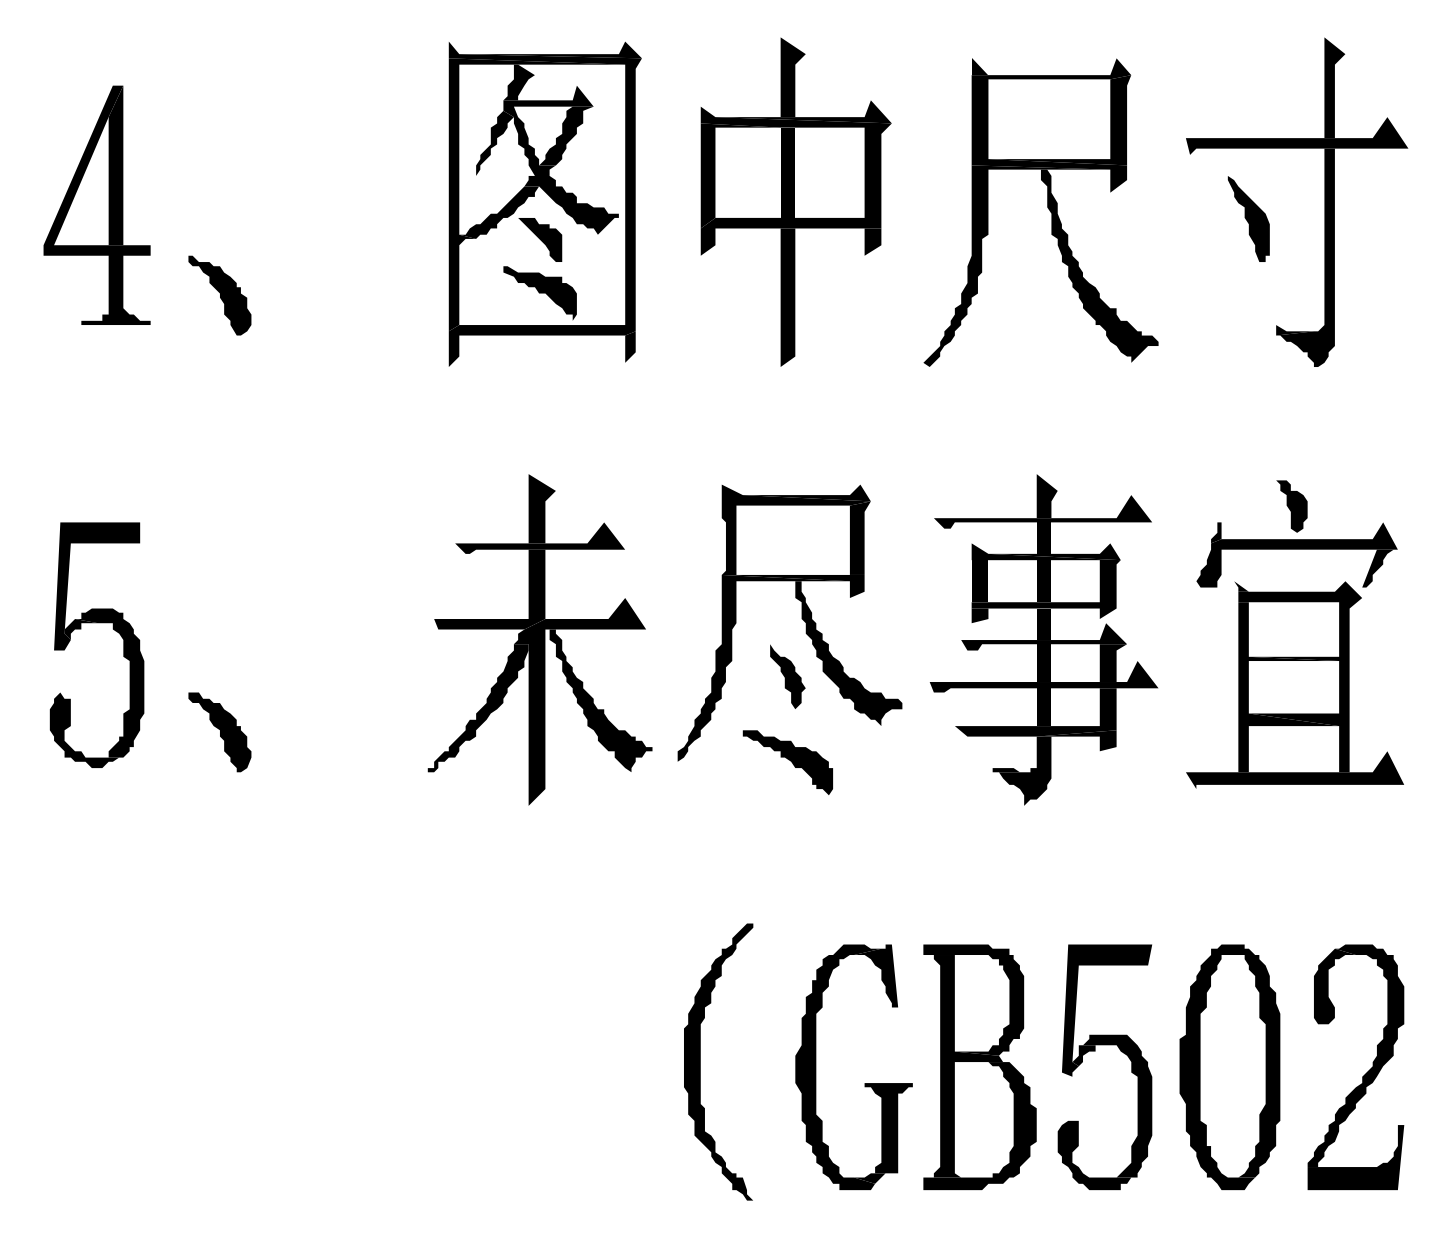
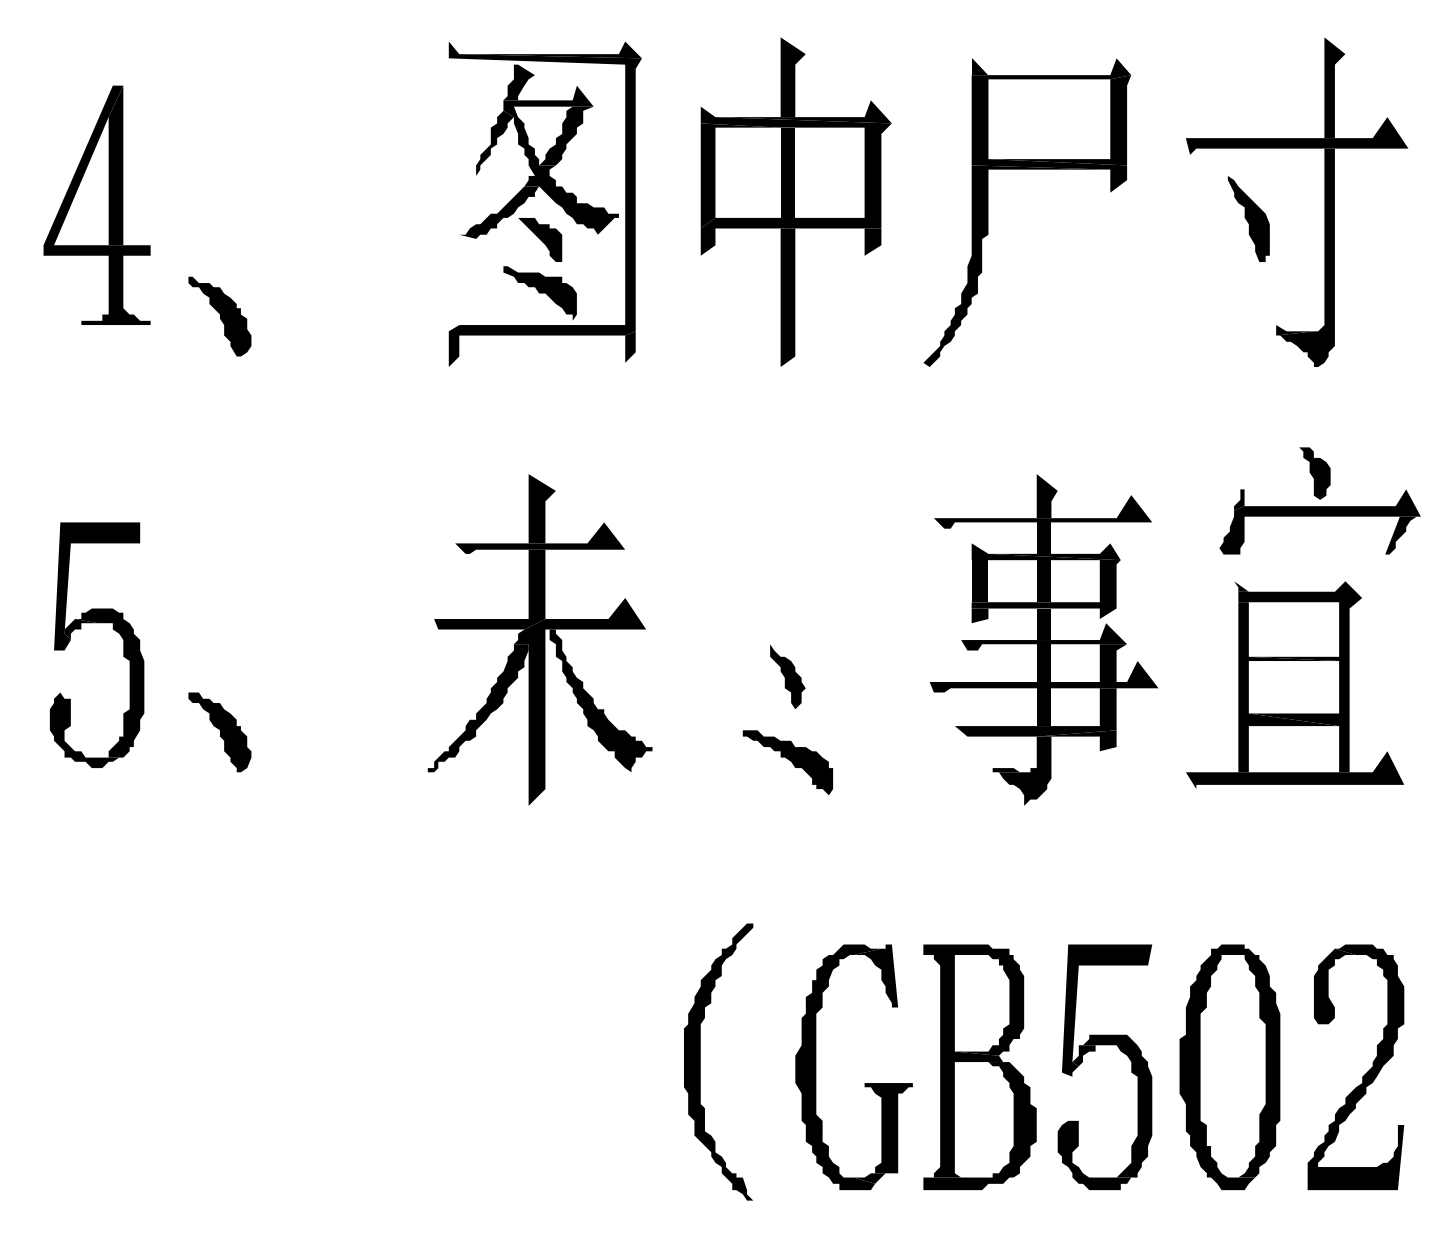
fill at (536, 194): present -> none
fill at (1099, 265): present -> none
part at (219, 295) position: (219, 295) -> (219, 316)
part at (1296, 533) position: (1296, 533) -> (1319, 500)
part at (801, 618): present -> none
